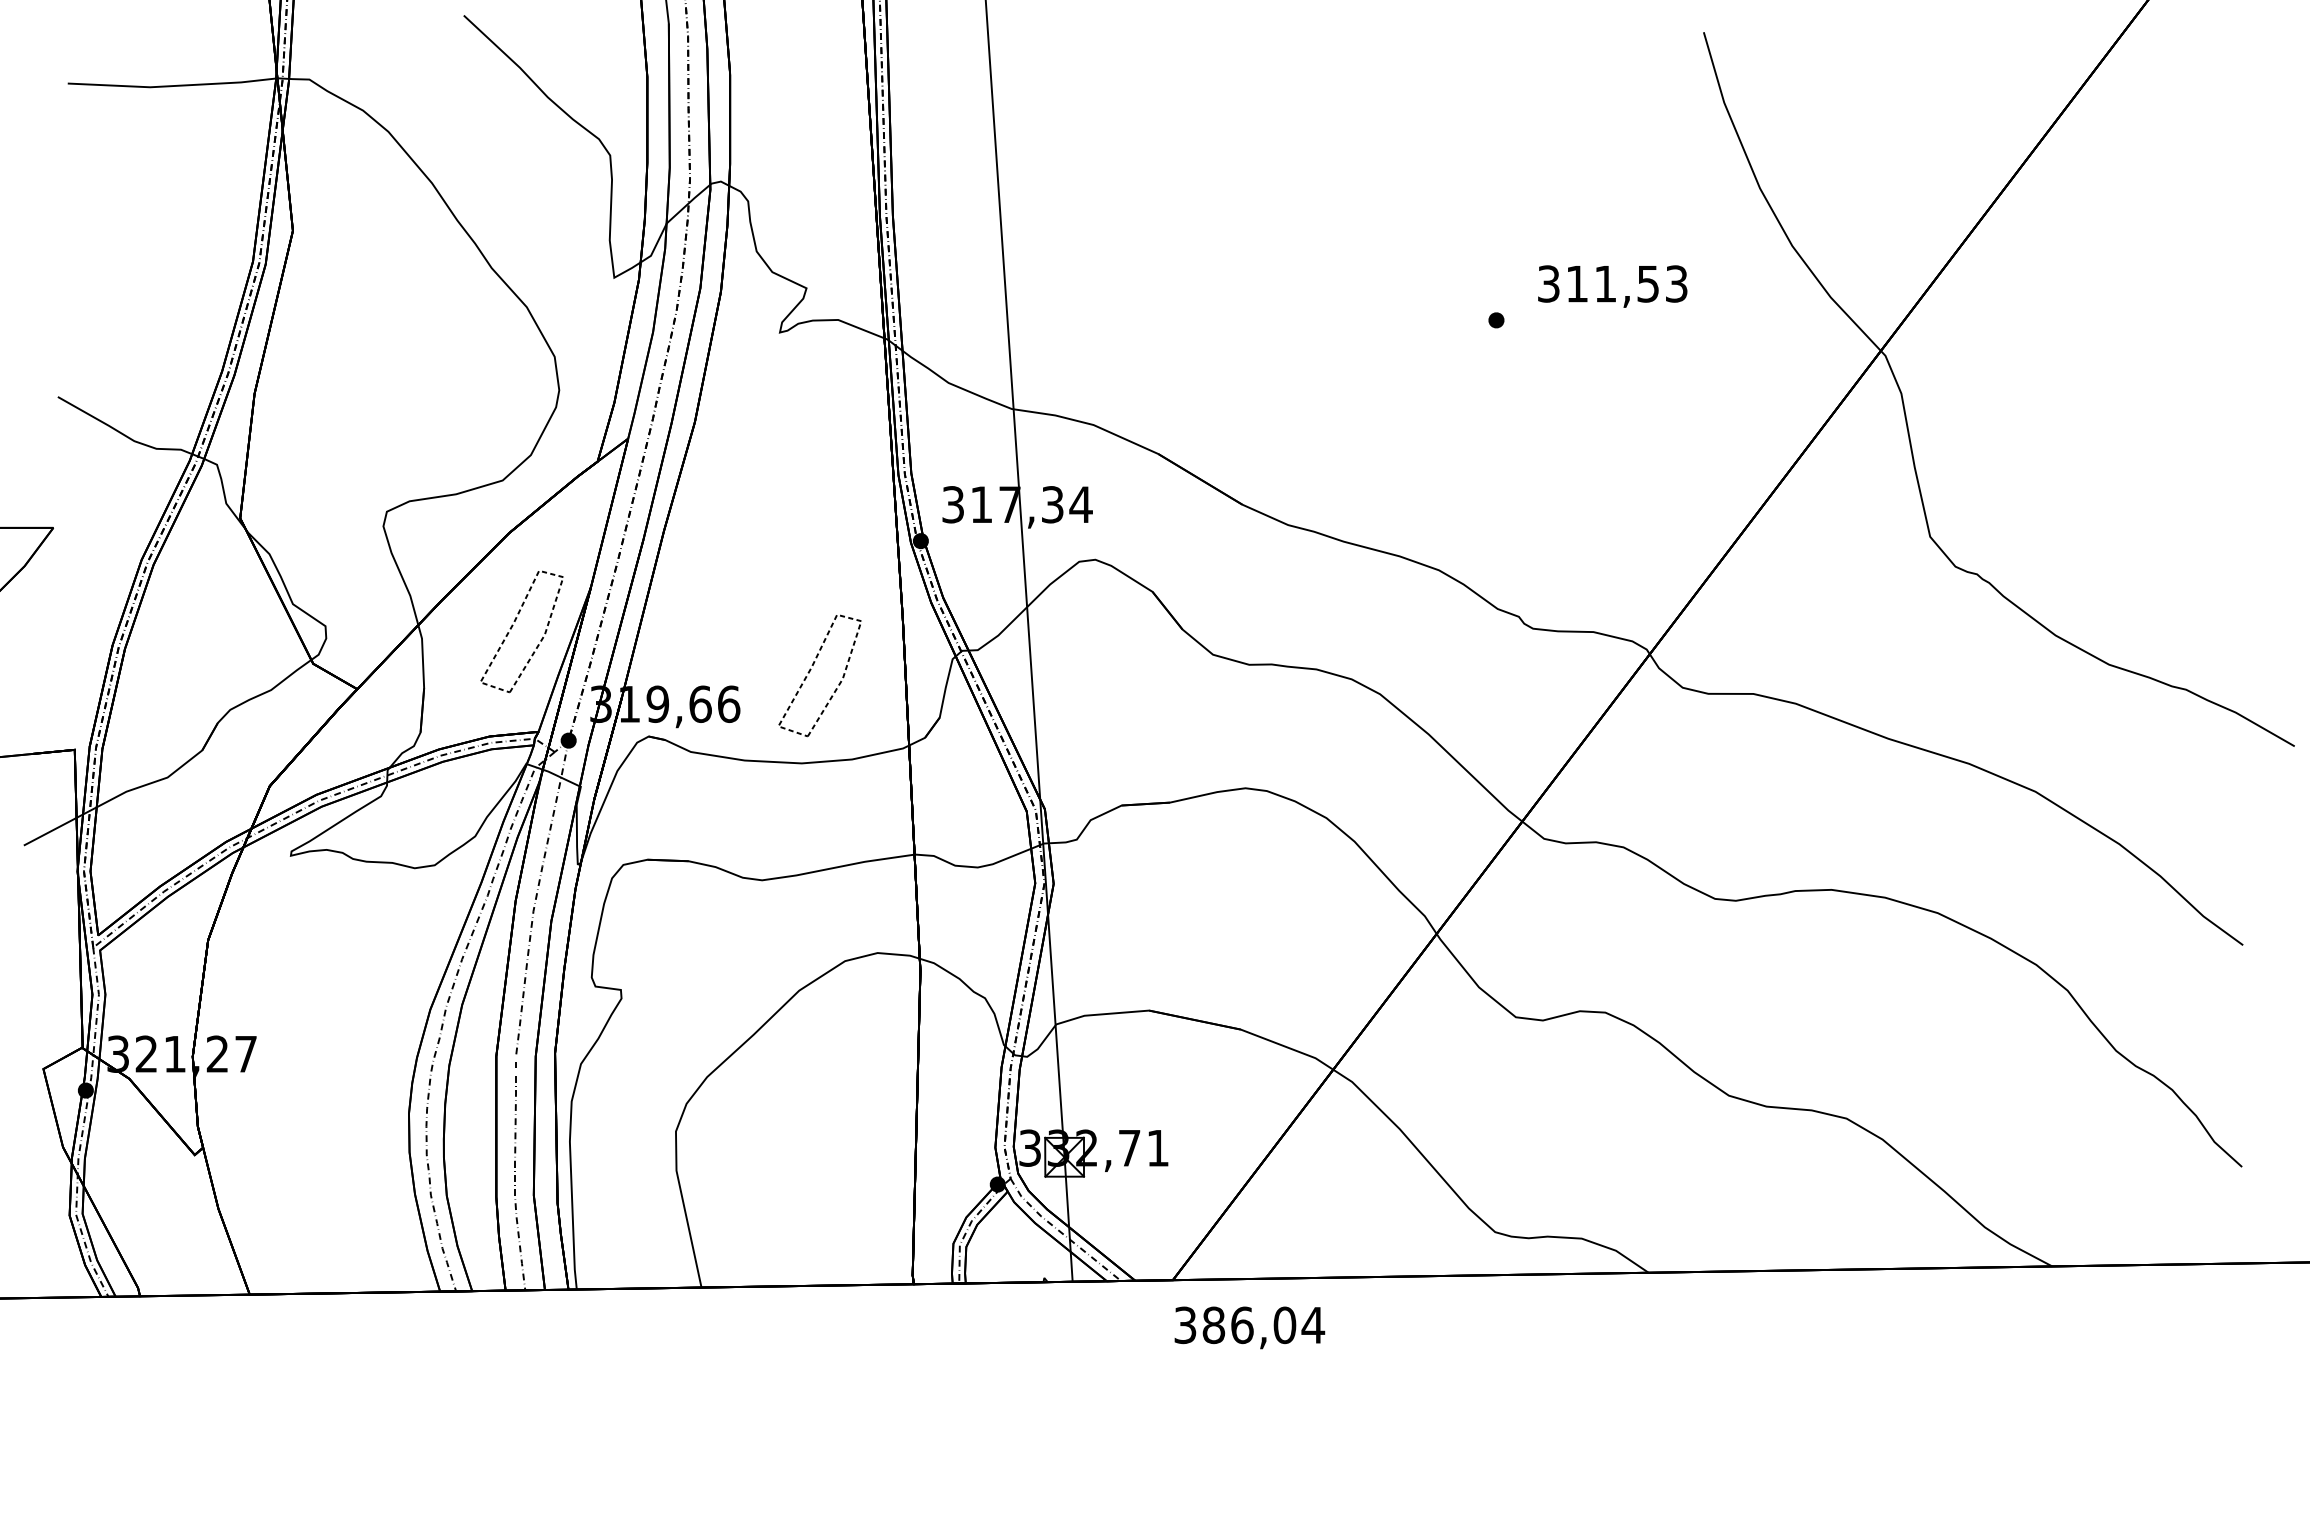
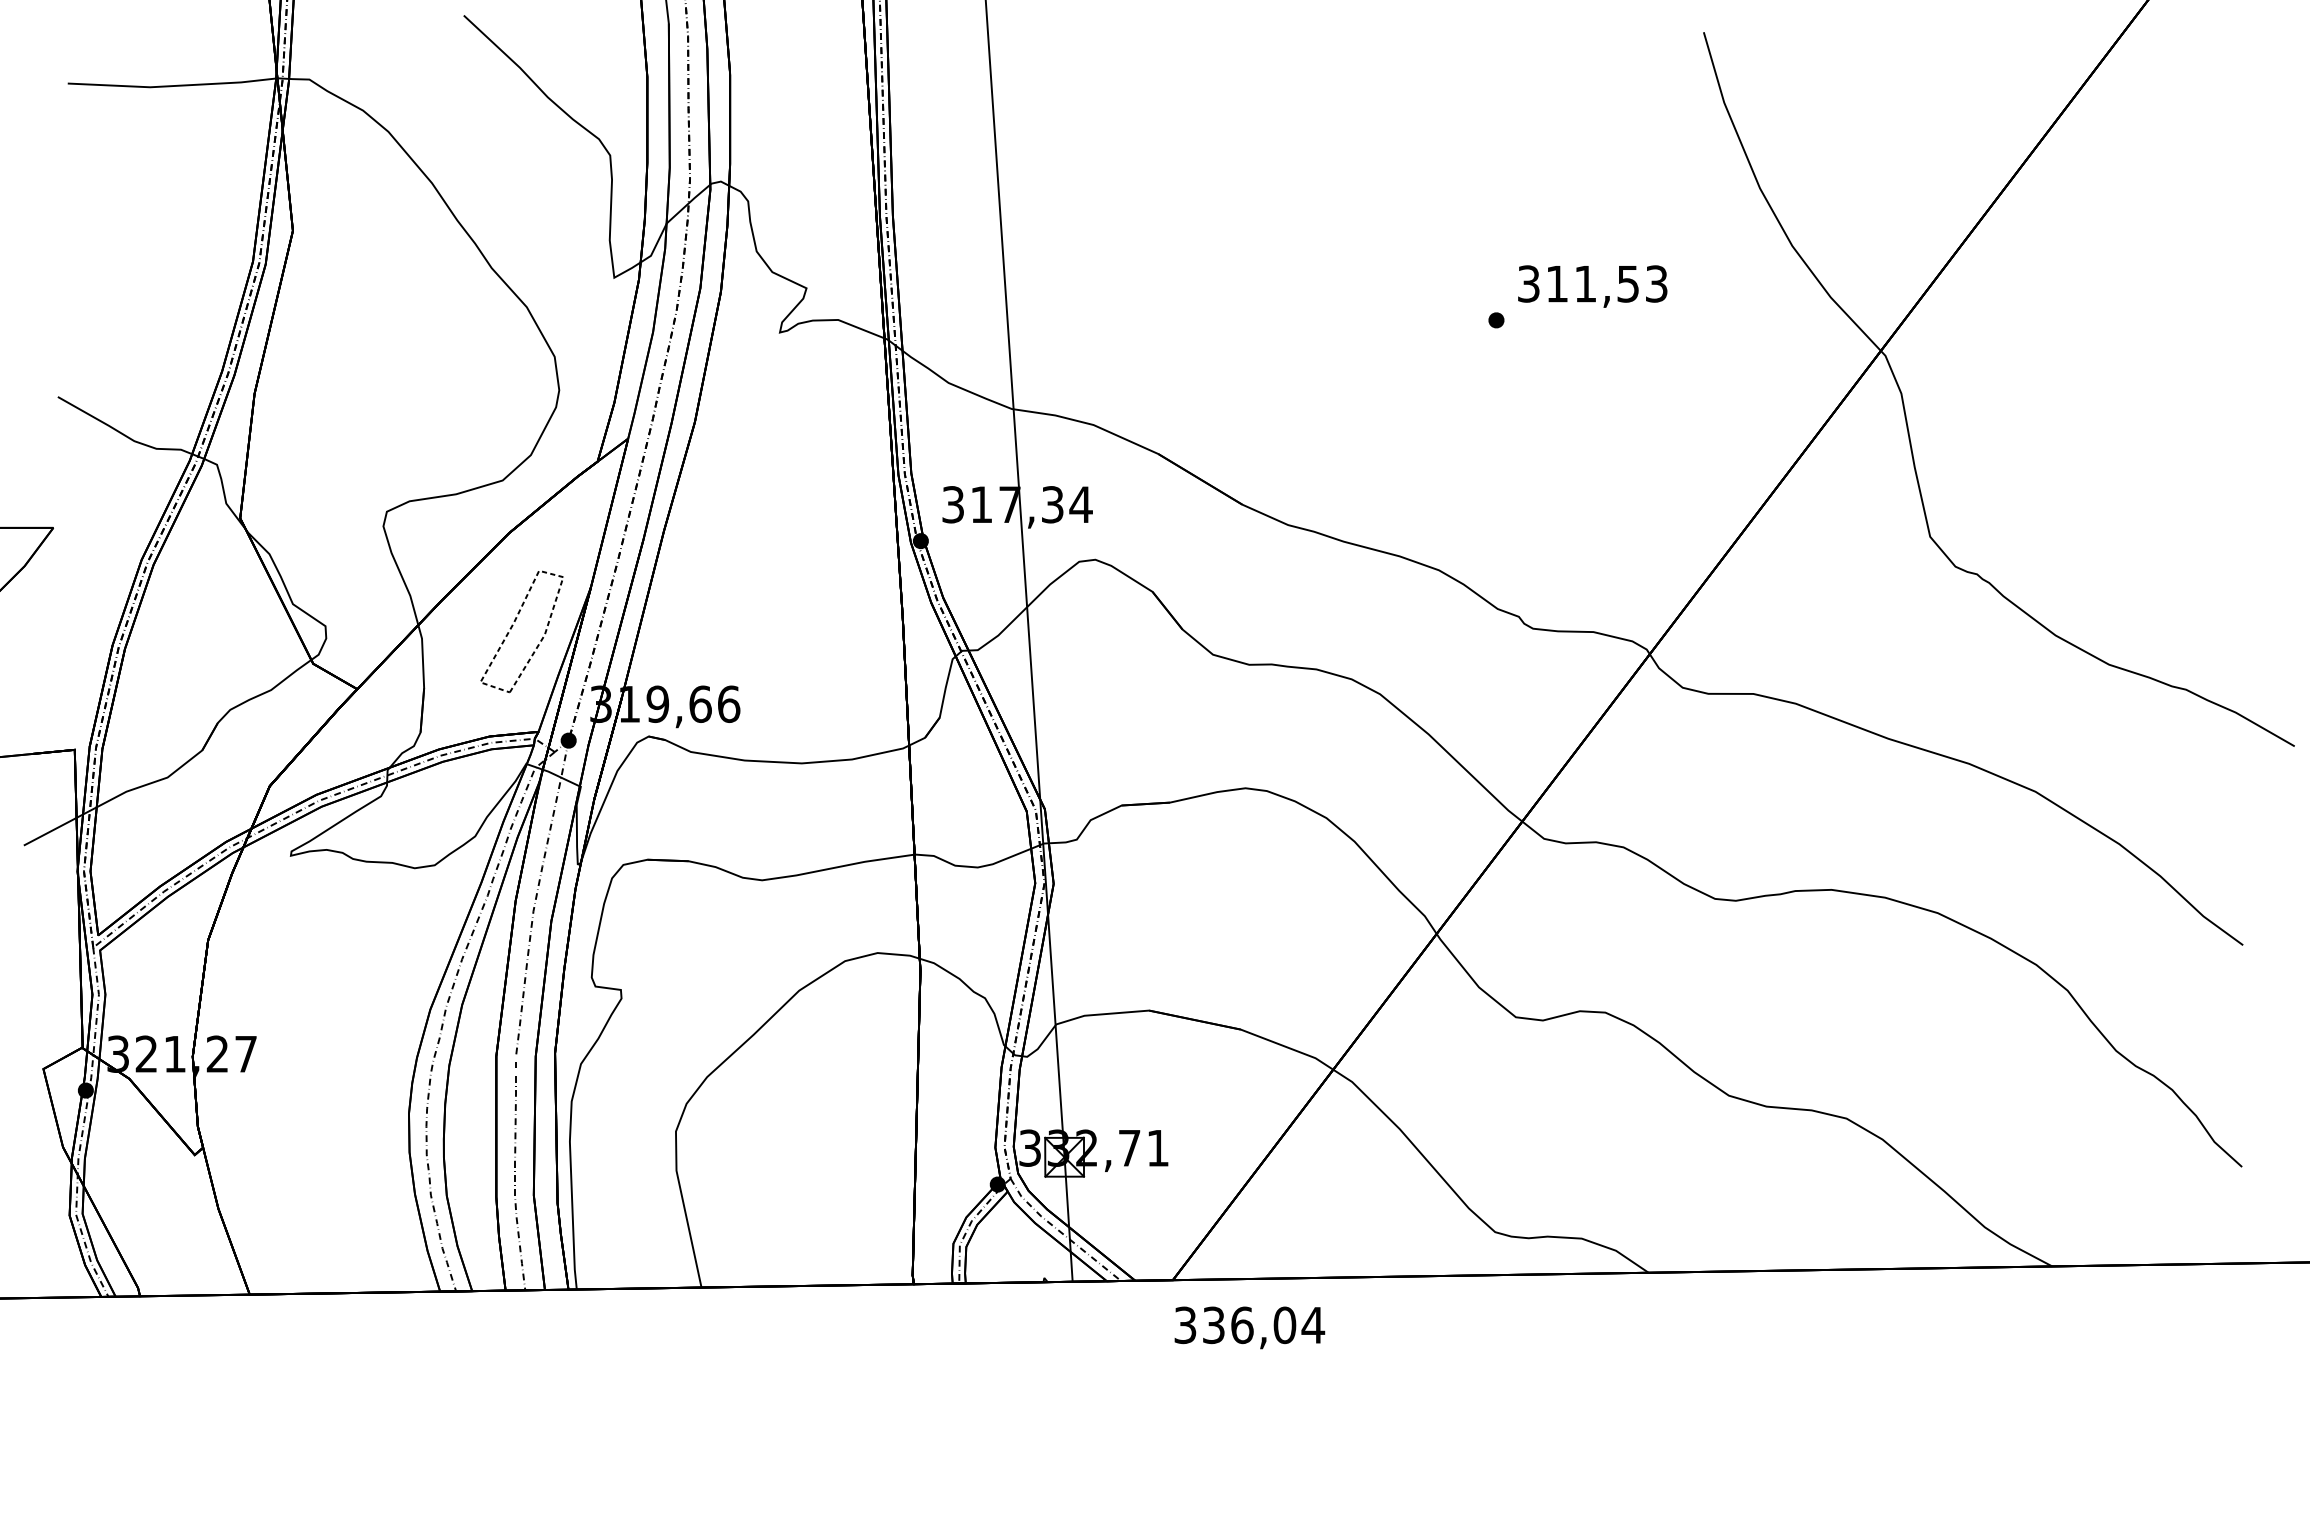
text at (1612, 286) position: (1612, 286) -> (1592, 286)
part at (810, 671): present -> none
text at (1213, 1325): 386,04 -> 336,04
